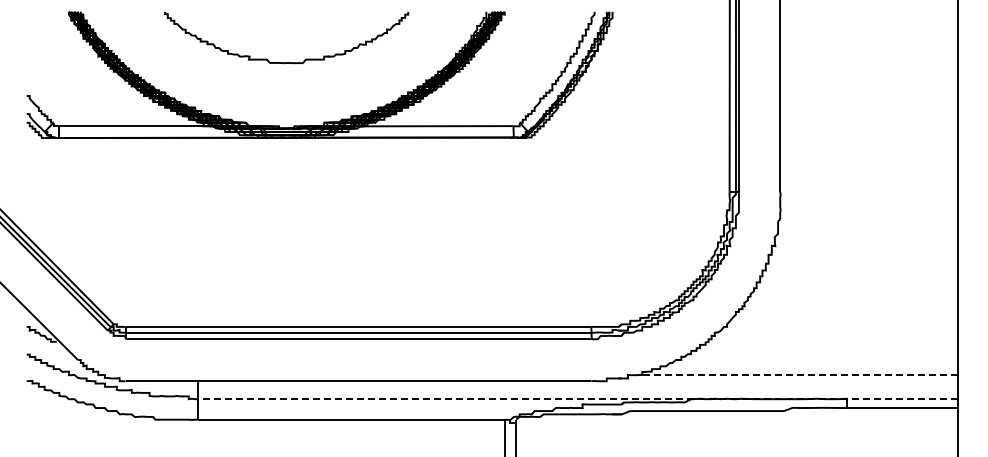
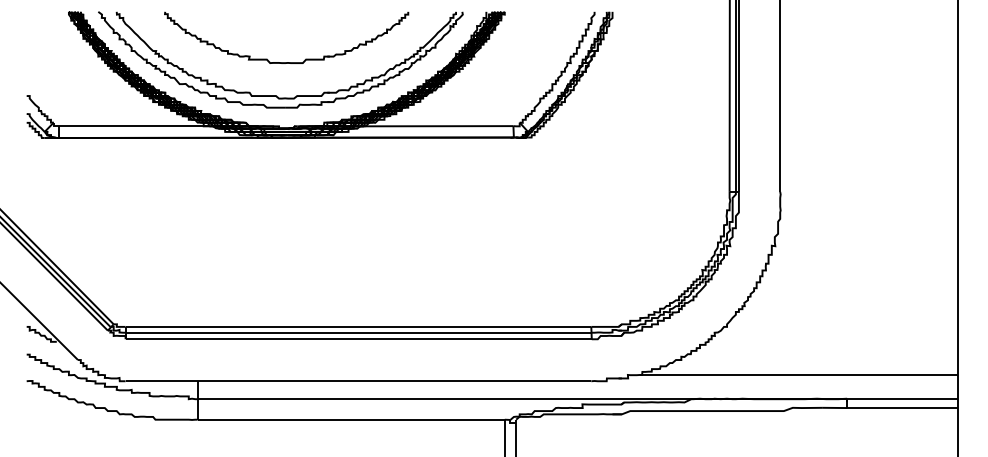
part at (276, 95): none -> present
line at (799, 374): dashed -> solid
line at (577, 399): dashed -> solid
